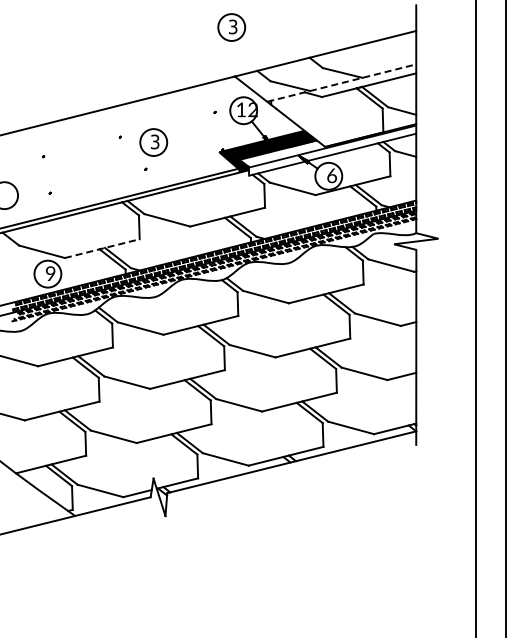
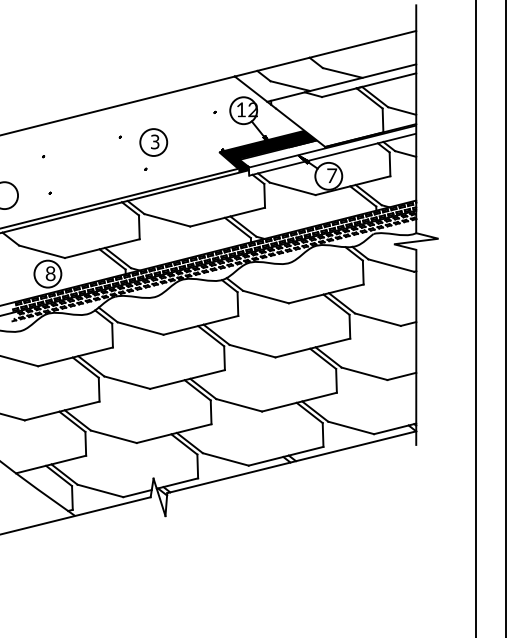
part at (231, 27): present -> none
line at (341, 83): dashed -> solid
text at (332, 175): 6 -> 7
line at (102, 248): dashed -> solid
text at (50, 274): 9 -> 8
